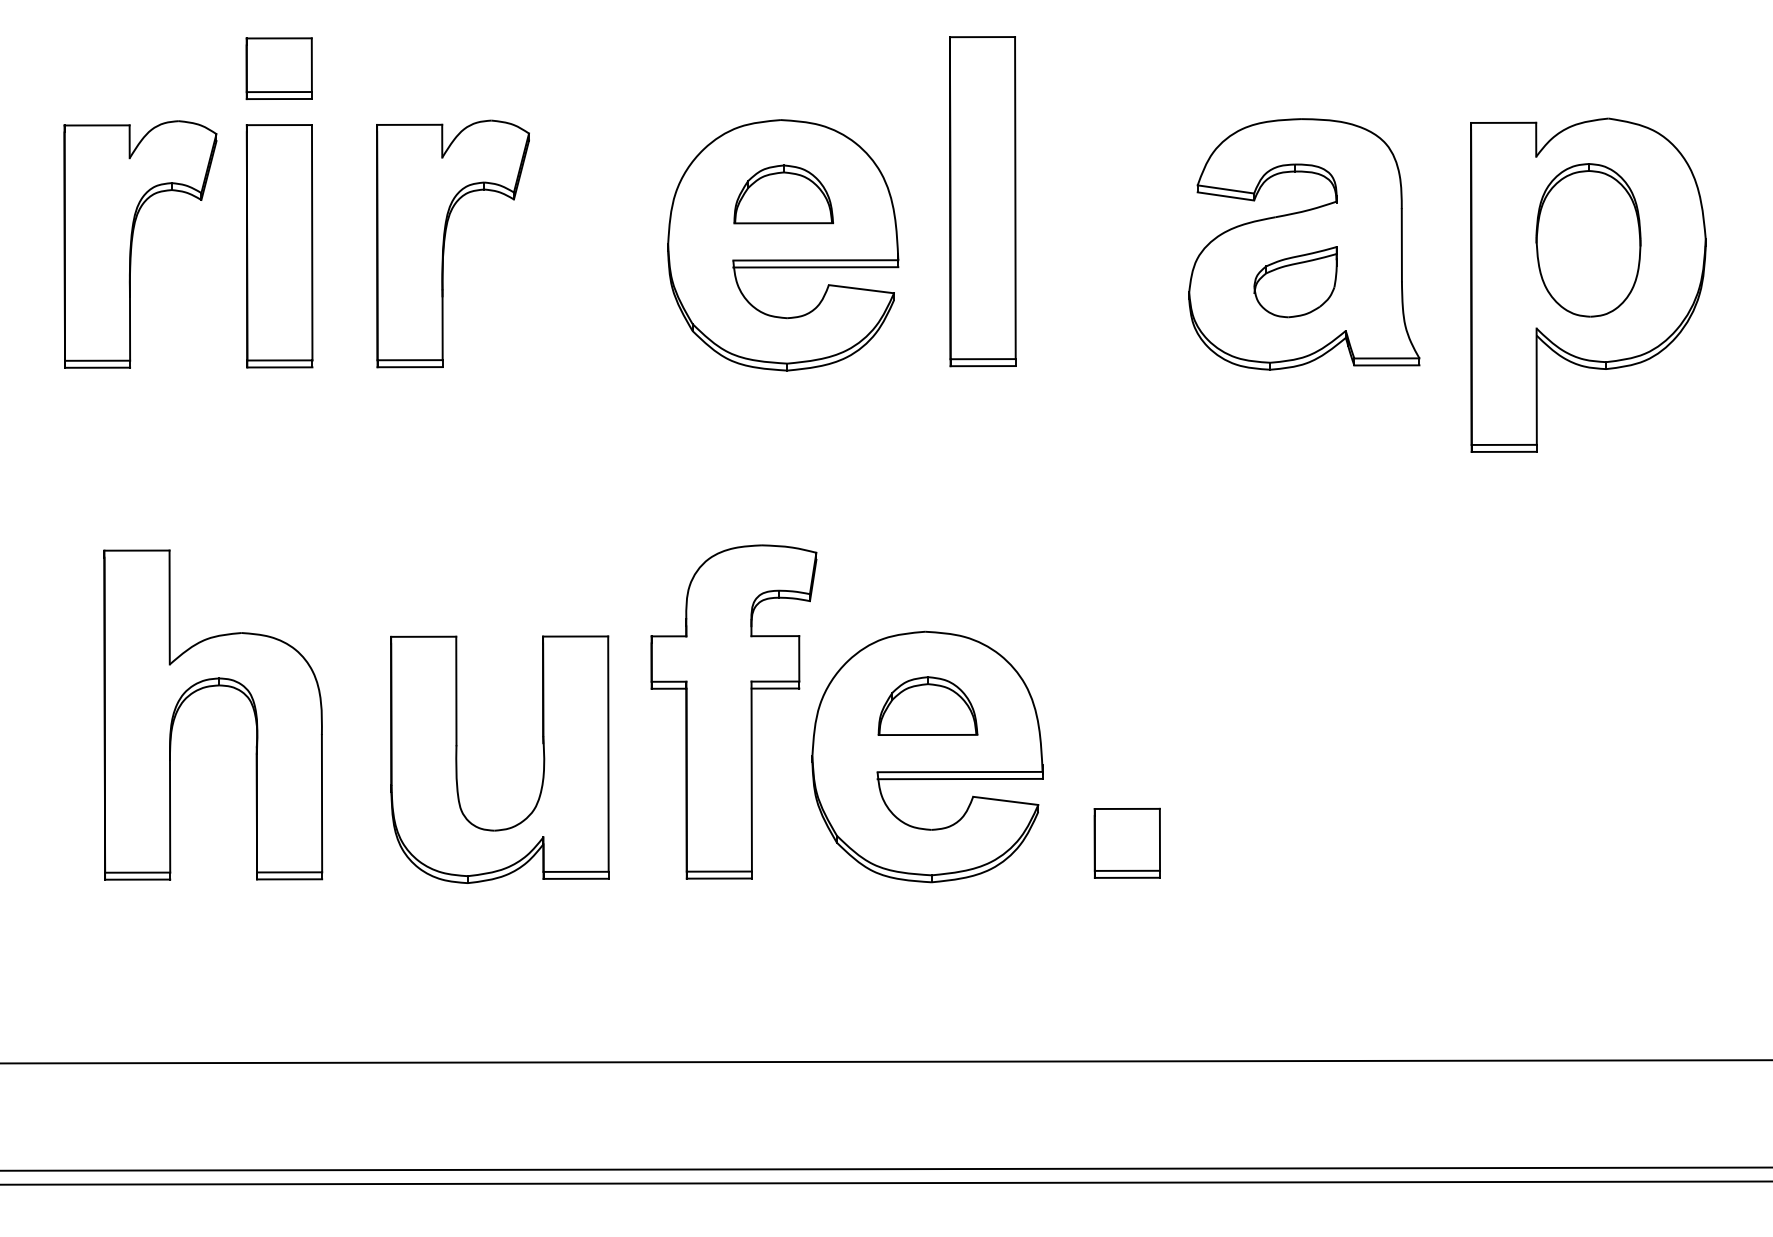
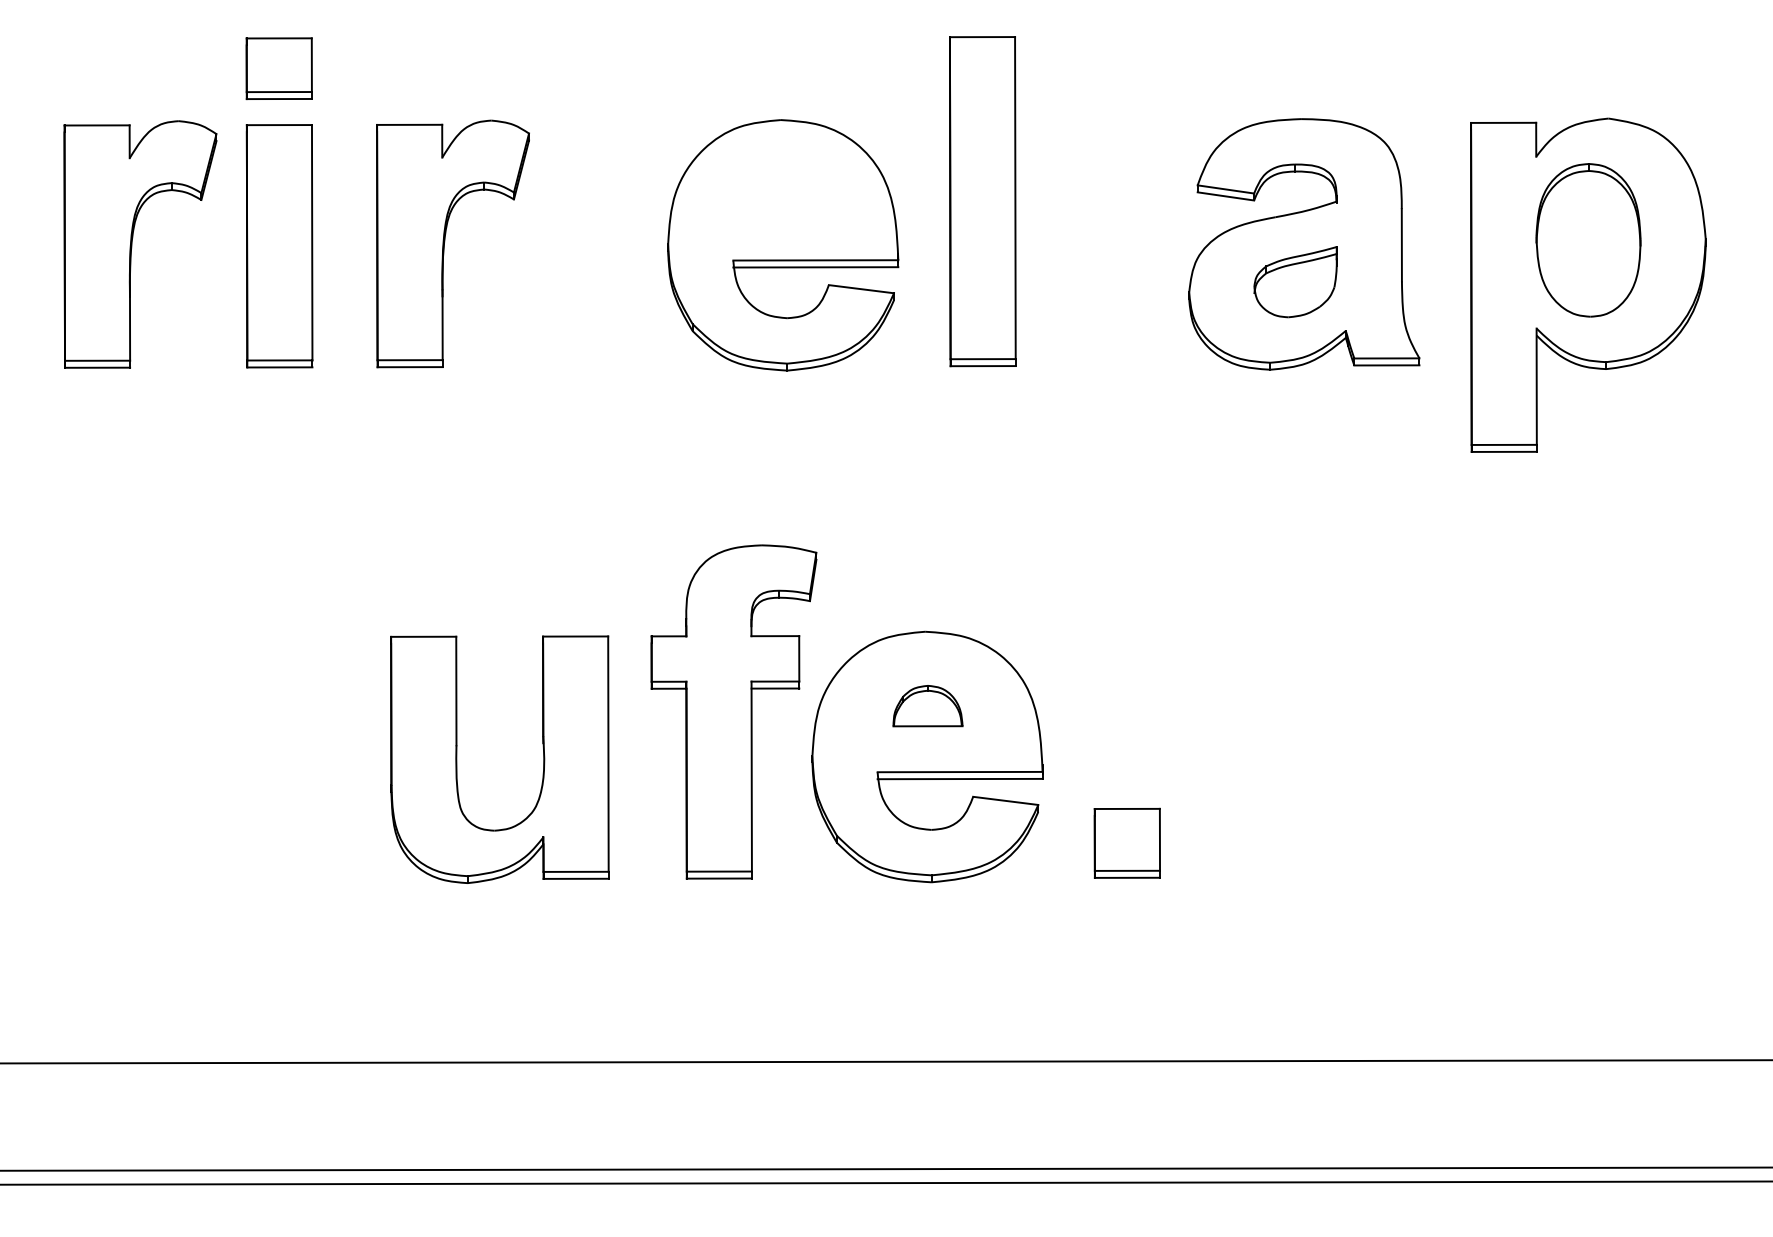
part at (783, 194): present -> none
part at (210, 687): present -> none
part at (927, 705) size: 102x60 px -> 72x43 px
